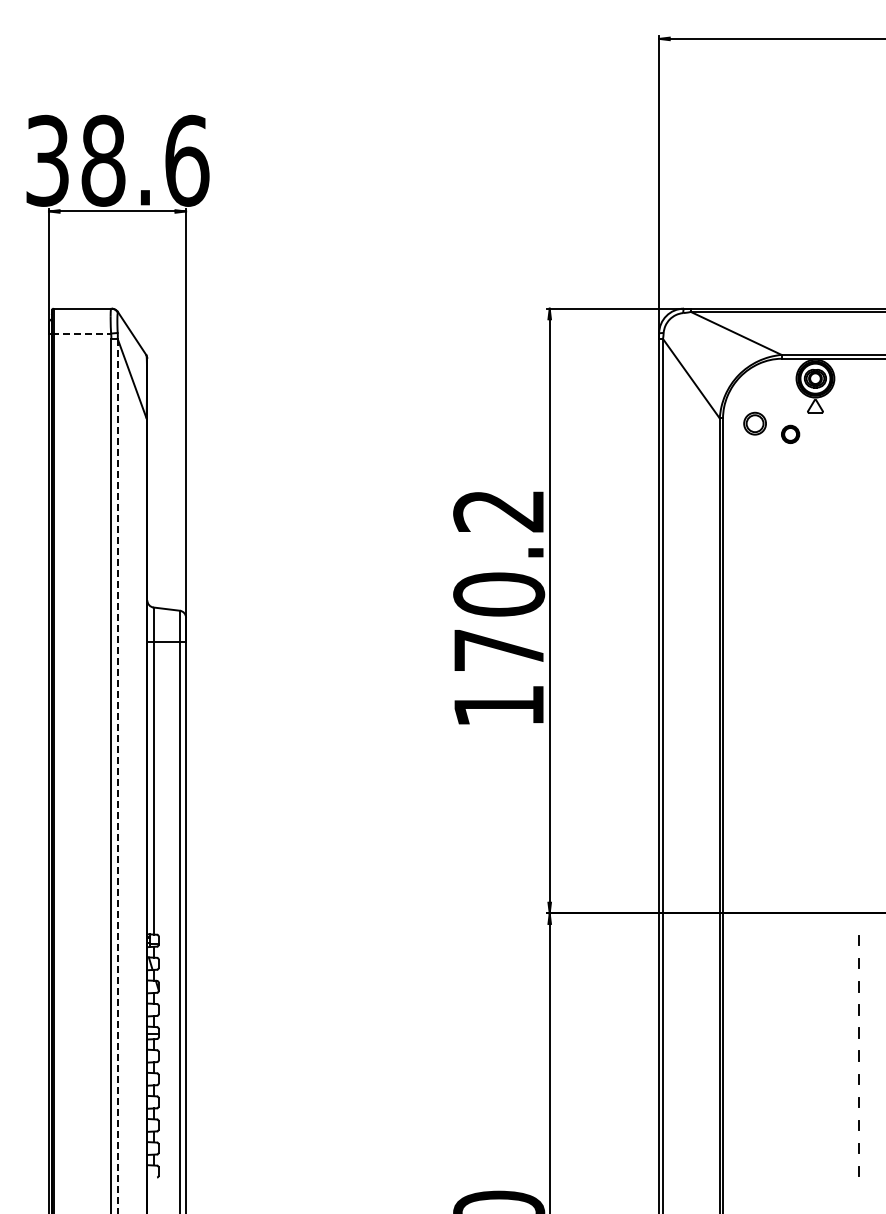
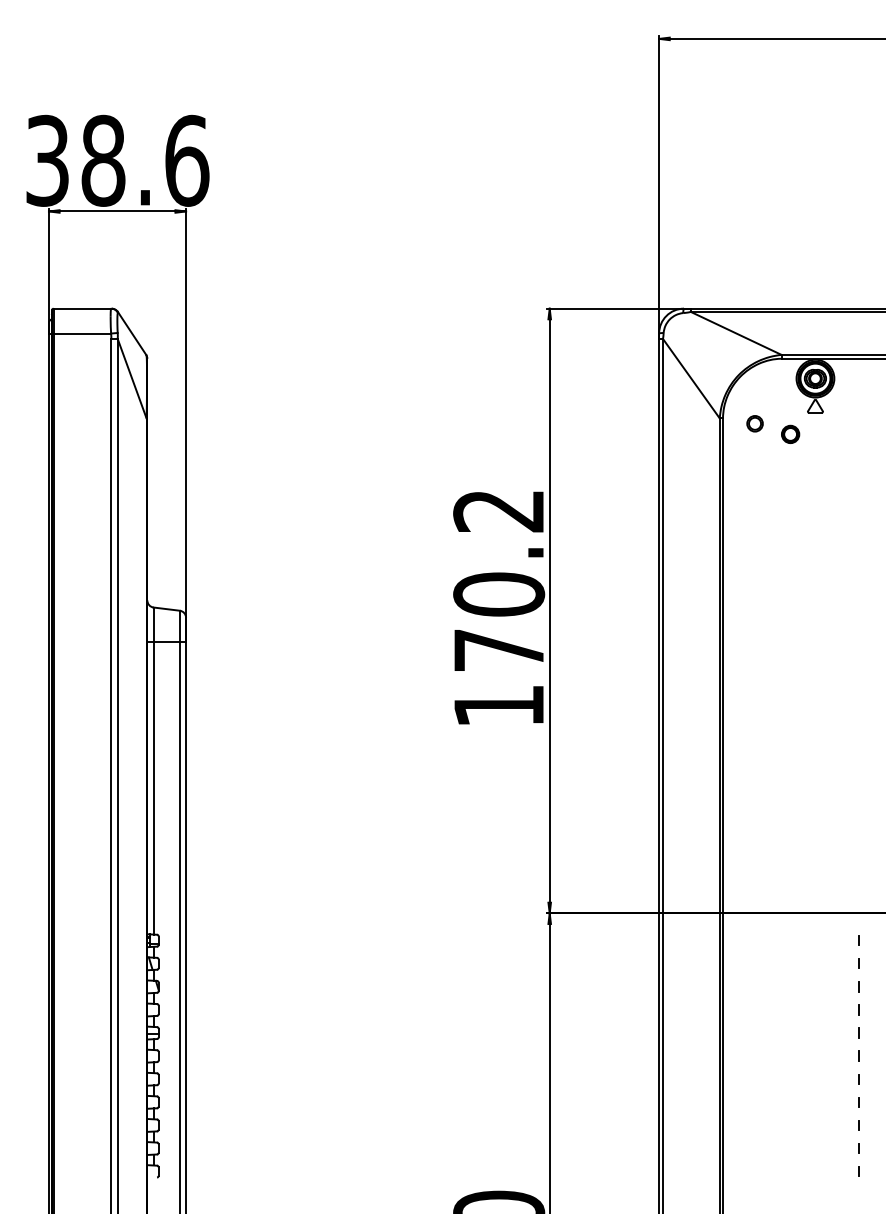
line at (81, 333): dashed -> solid
part at (754, 423) size: 24x25 px -> 18x18 px
line at (117, 776): dashed -> solid
